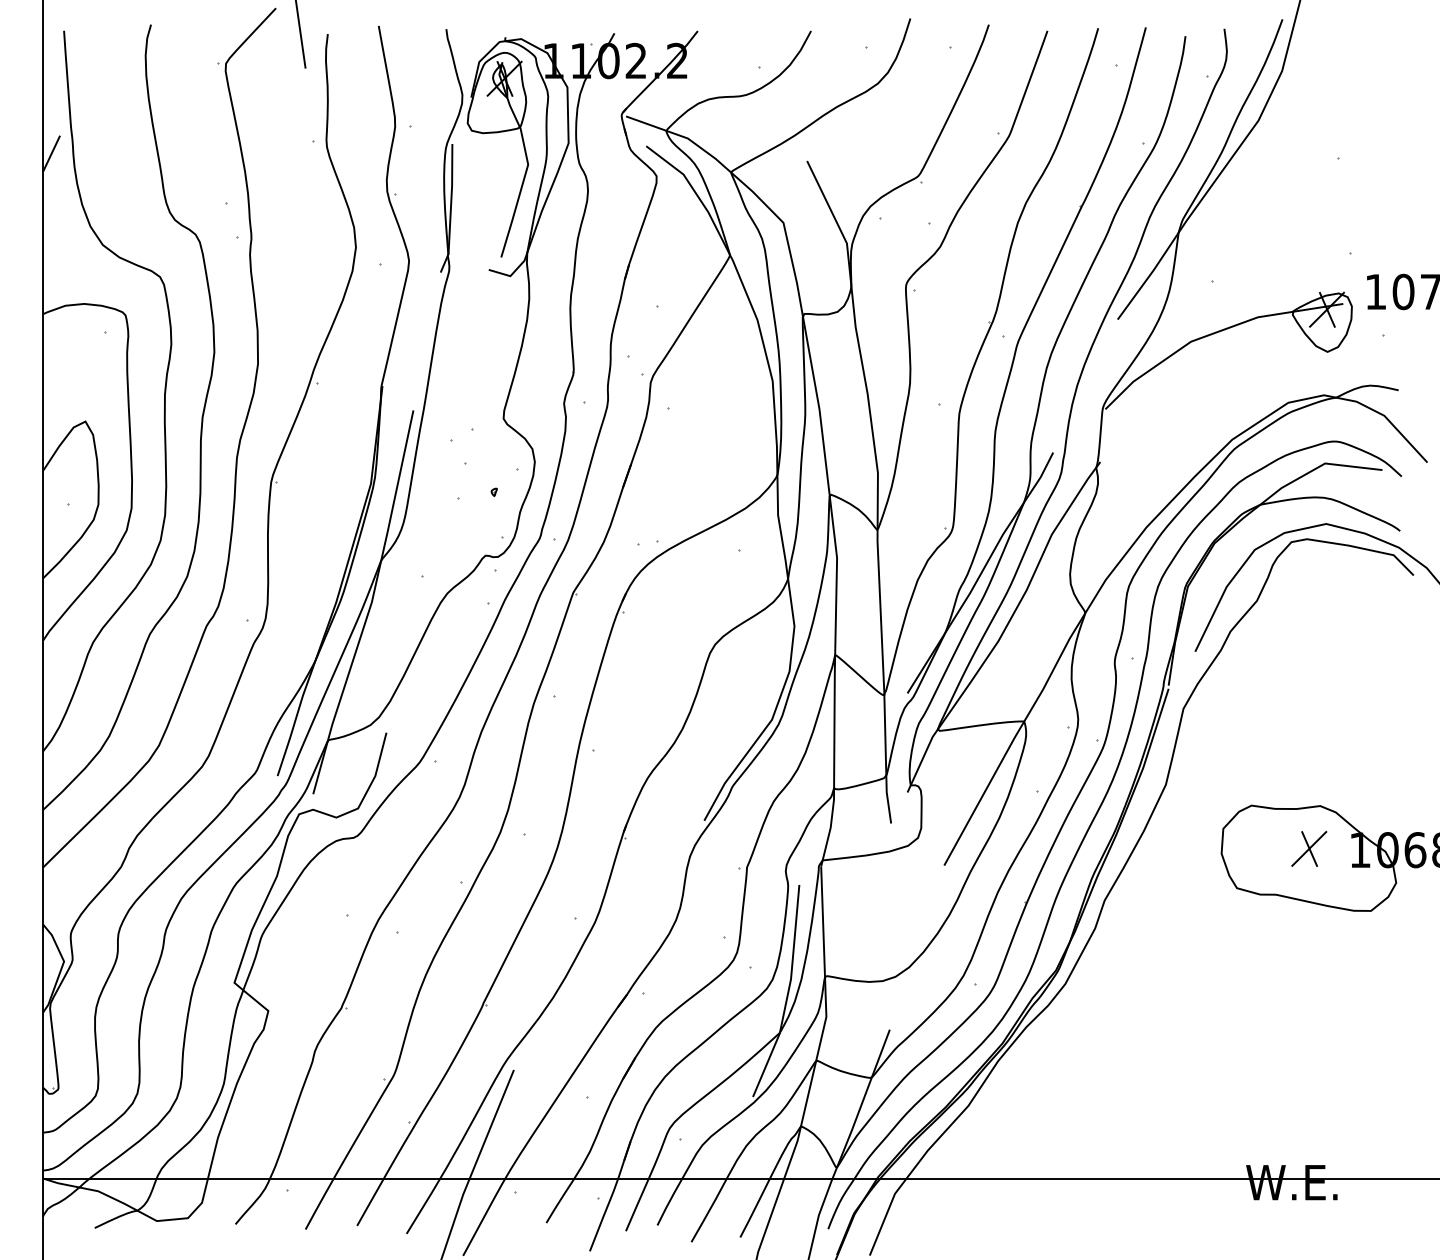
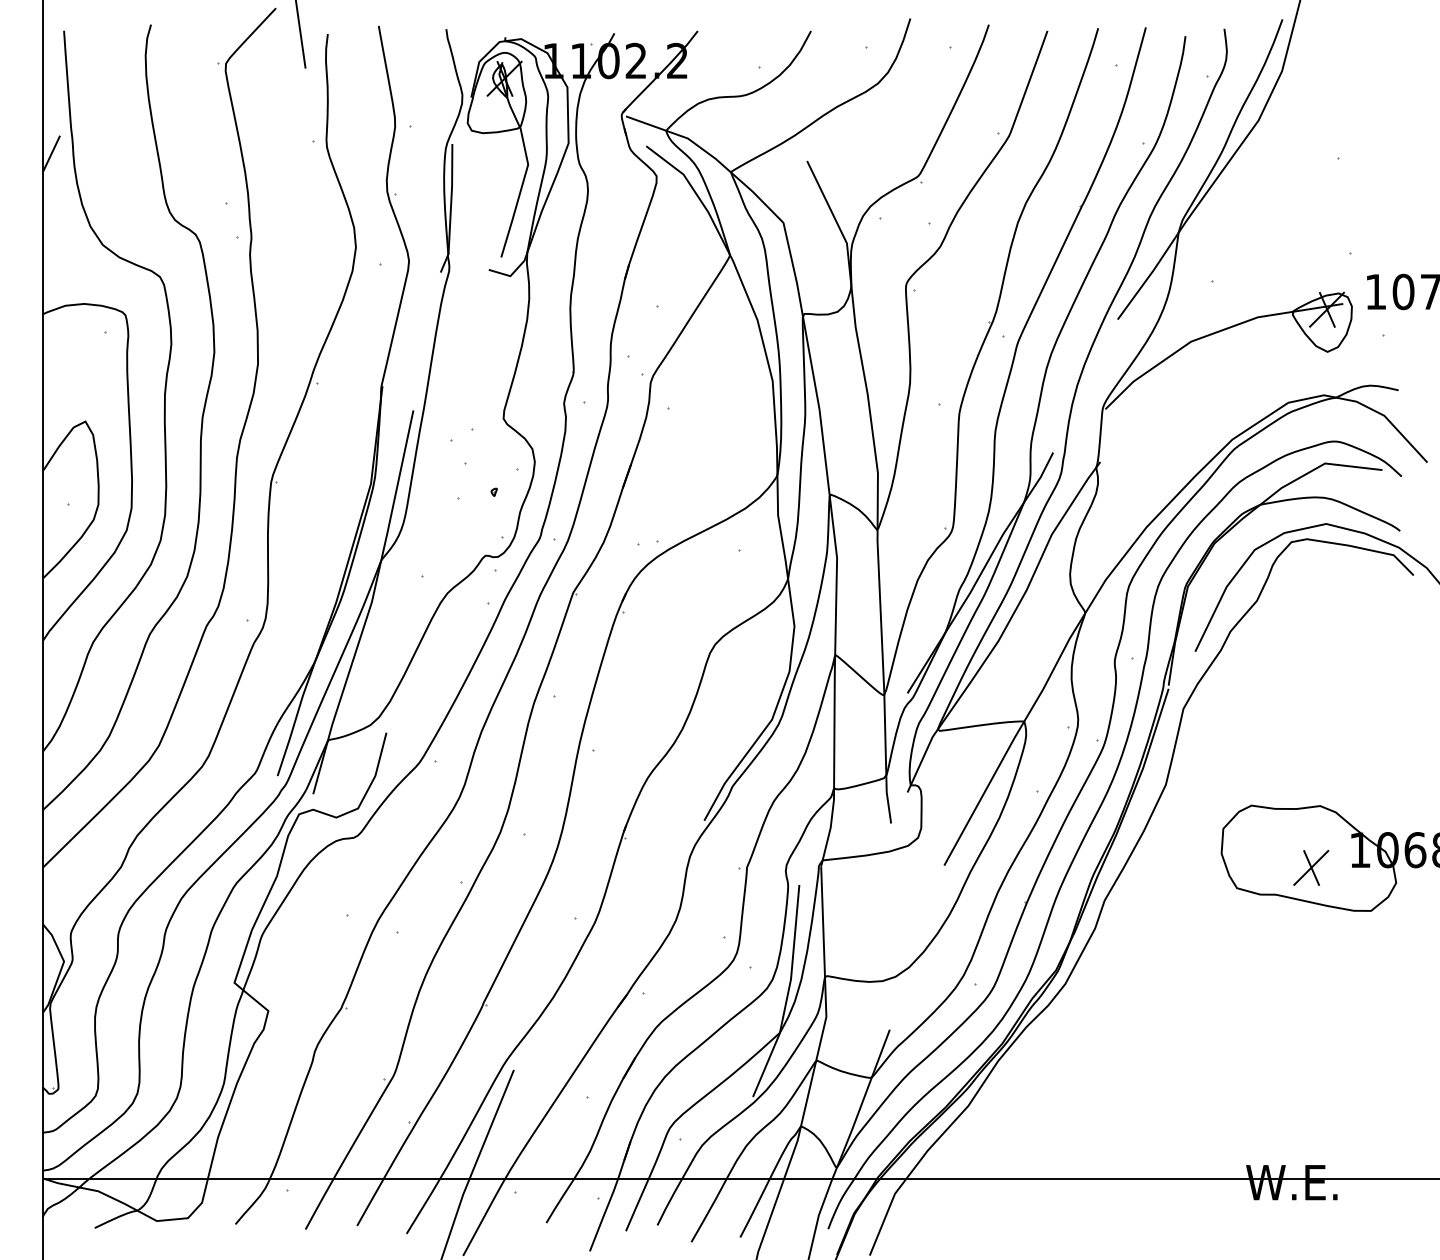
part at (1309, 848) position: (1309, 848) -> (1311, 867)
